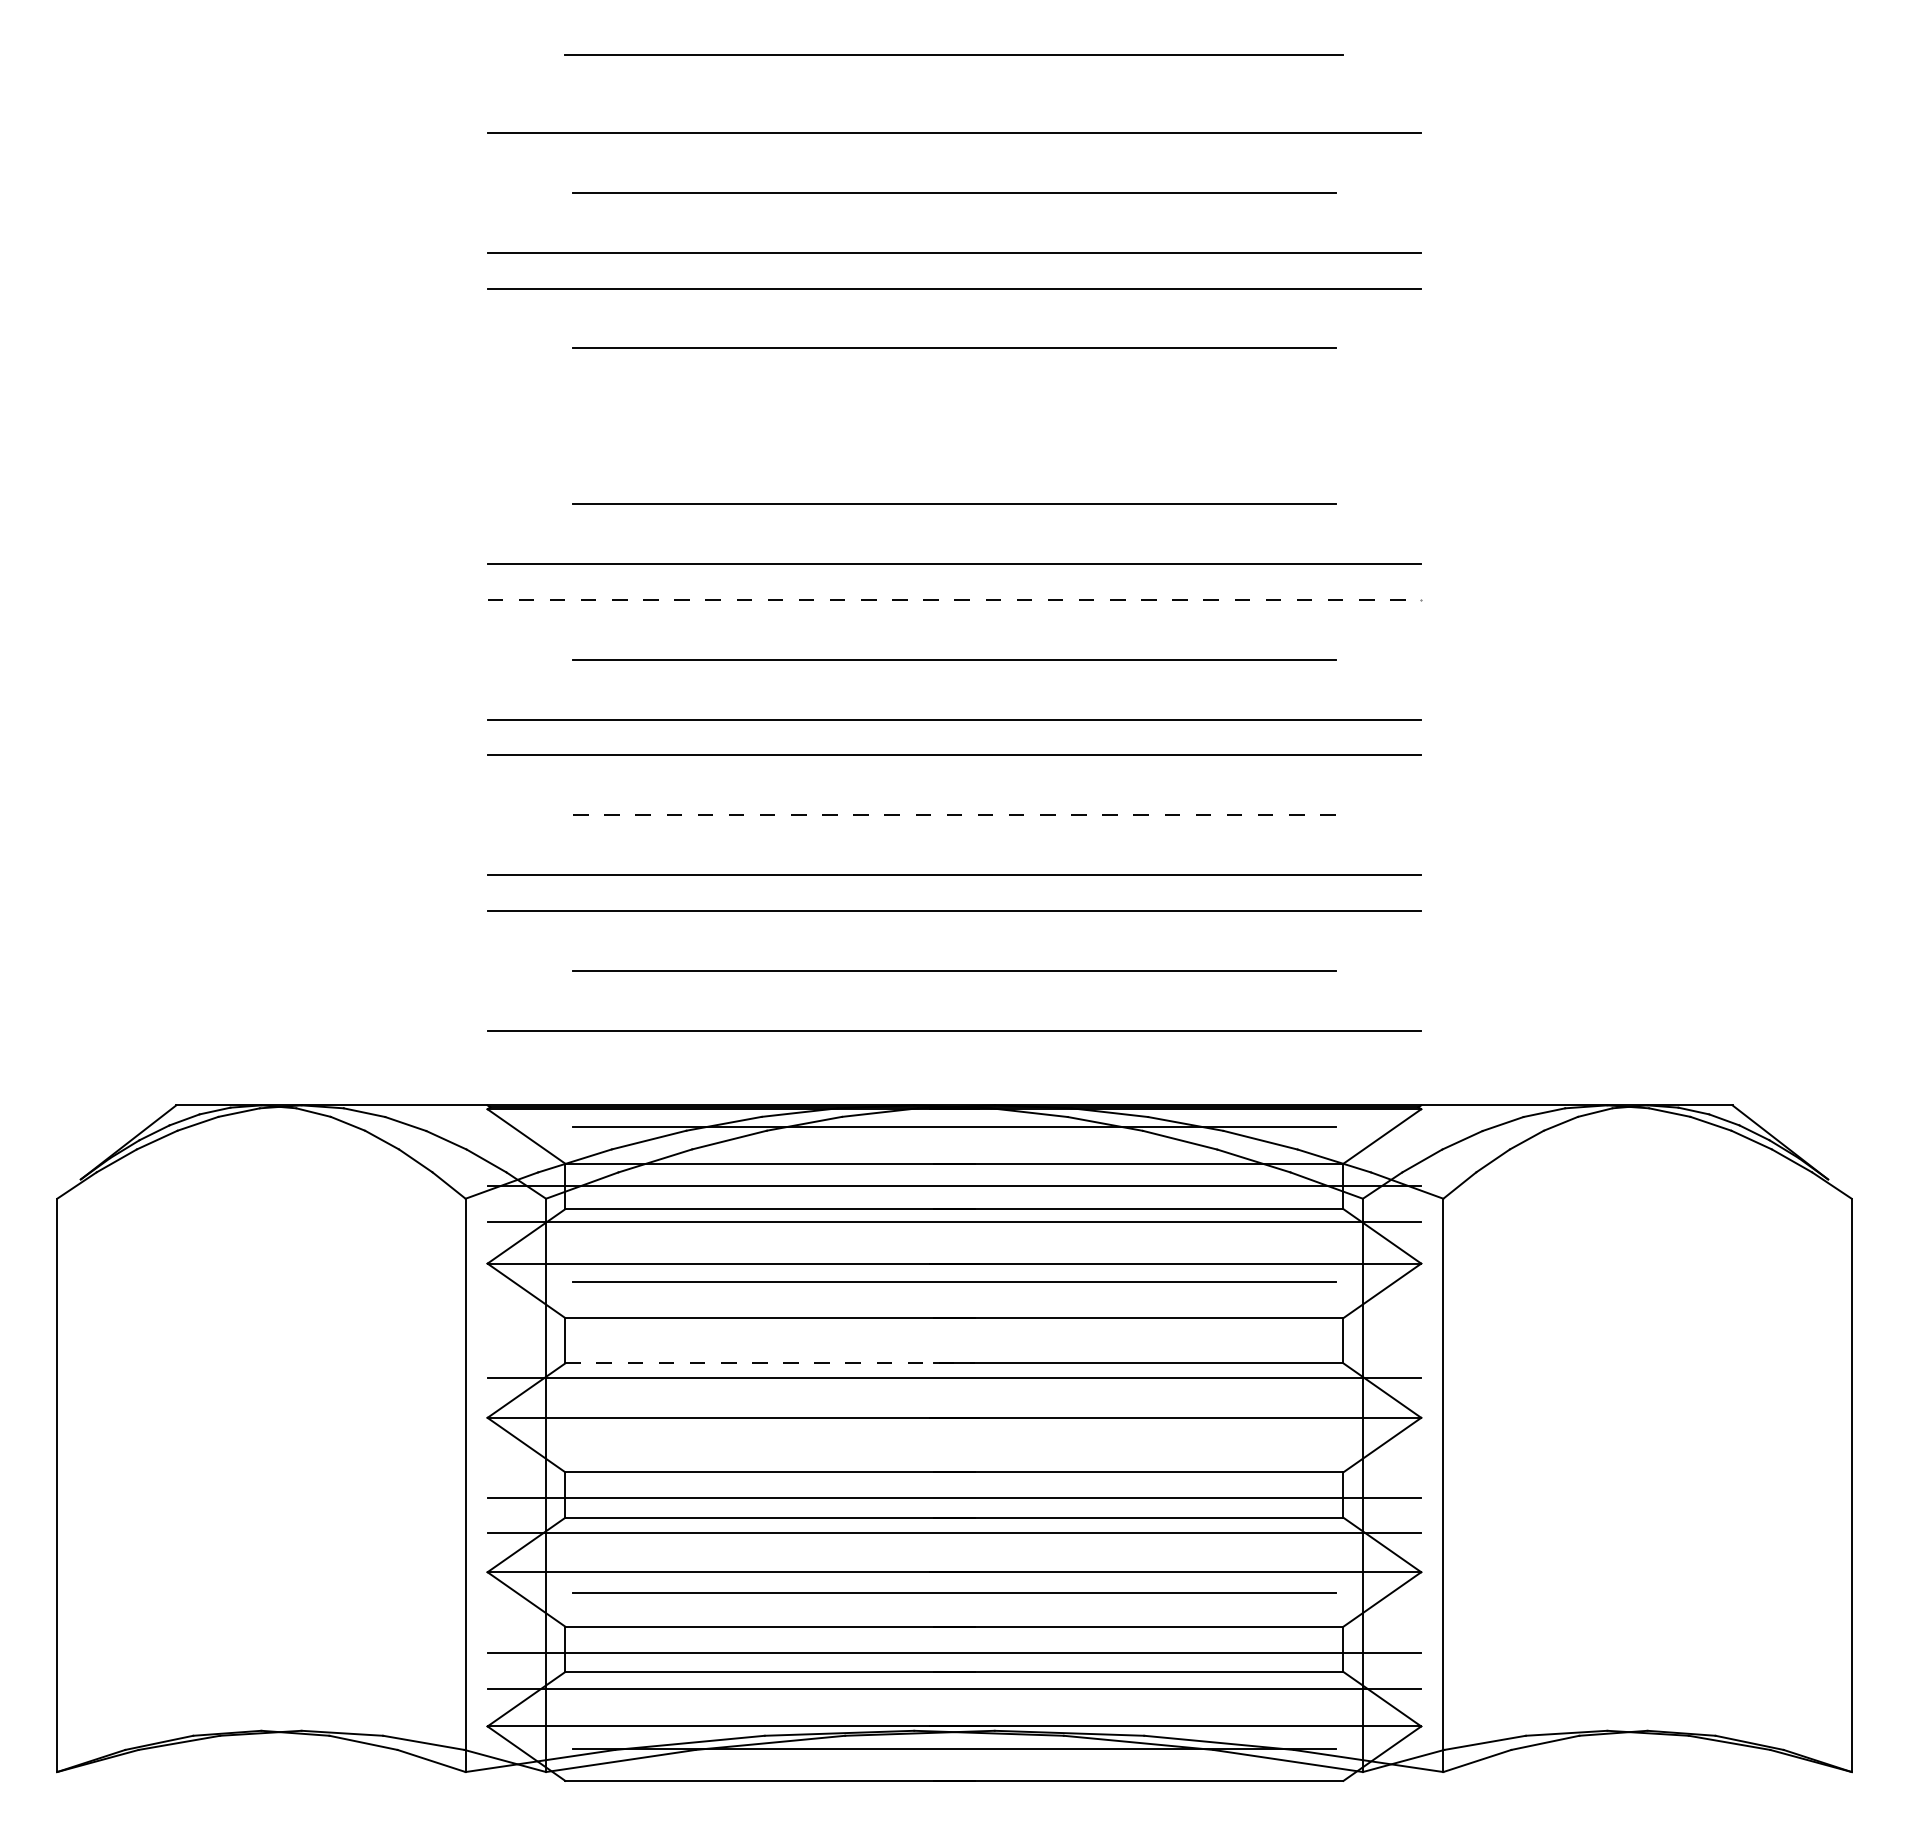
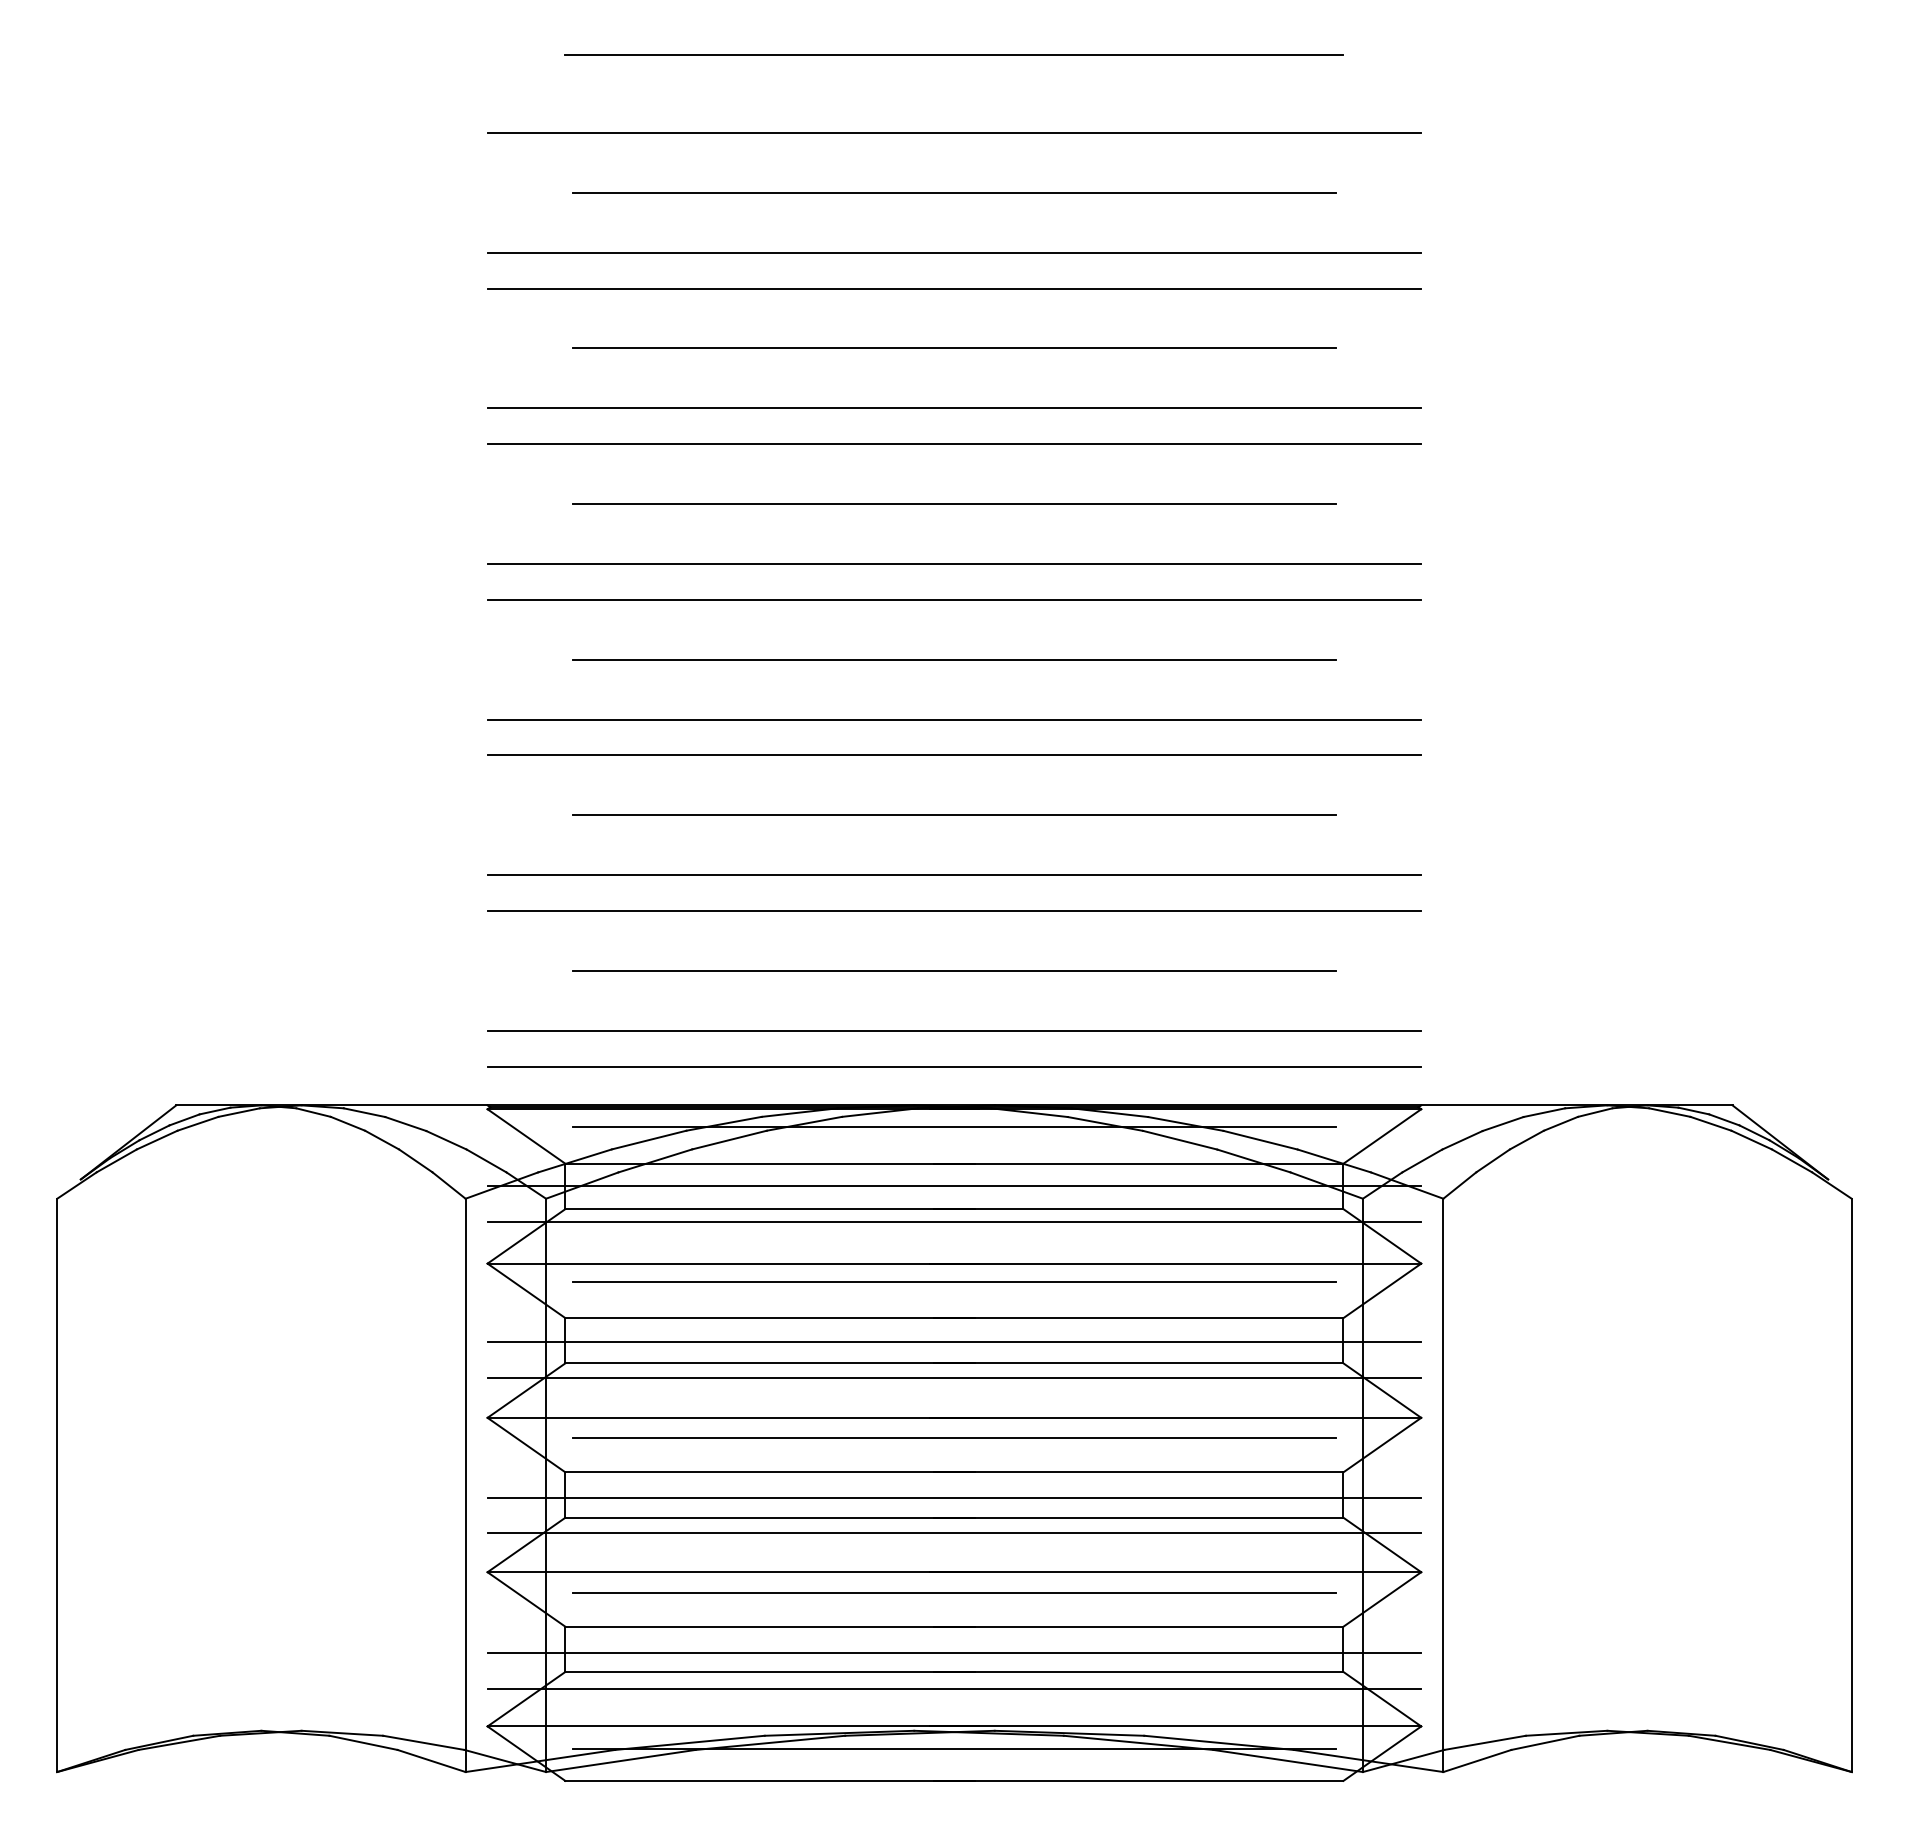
line at (954, 408): none -> present
line at (954, 443): none -> present
line at (954, 599): dashed -> solid
line at (954, 815): dashed -> solid
line at (954, 1066): none -> present
line at (954, 1342): none -> present
line at (769, 1363): dashed -> solid
line at (954, 1437): none -> present
